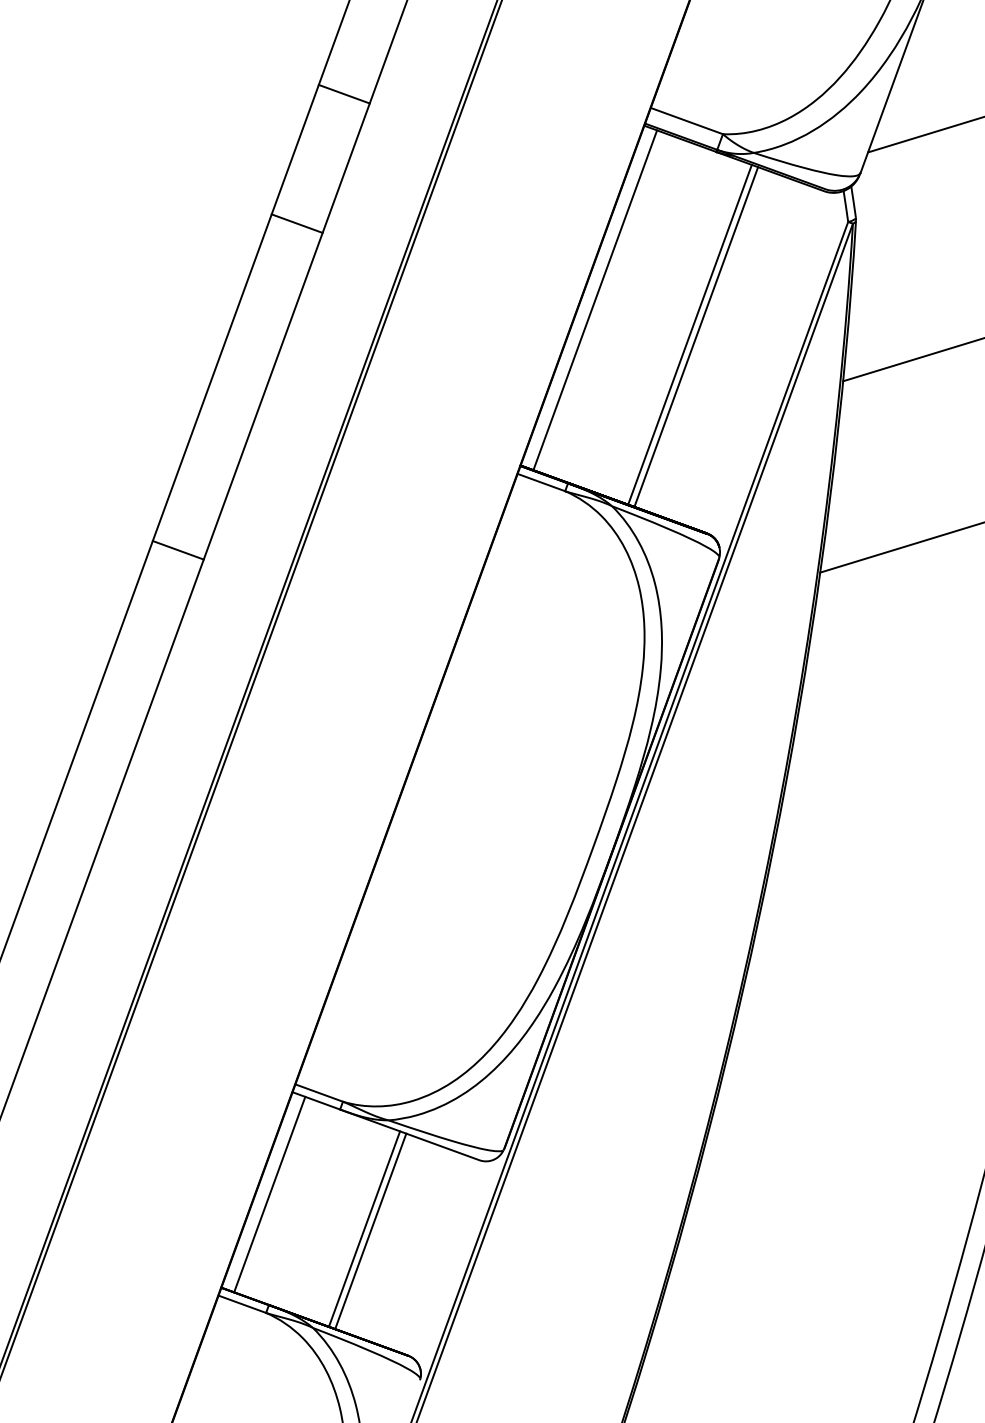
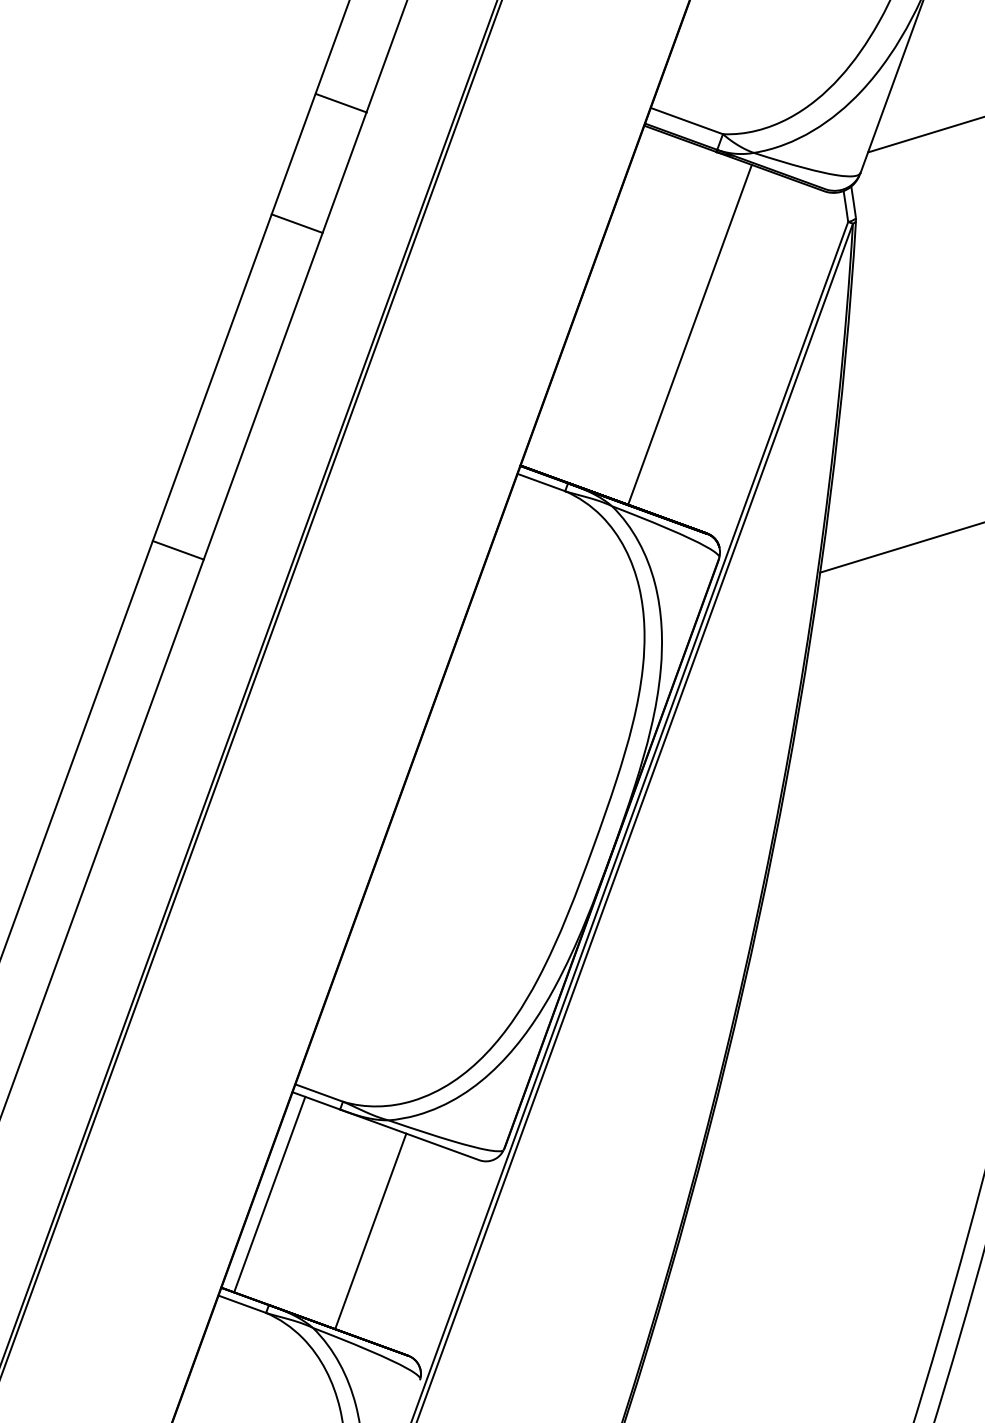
line at (343, 93) position: (343, 93) -> (340, 102)
line at (595, 300): present -> none
line at (696, 337): present -> none
line at (912, 359): present -> none
line at (364, 1228): present -> none
